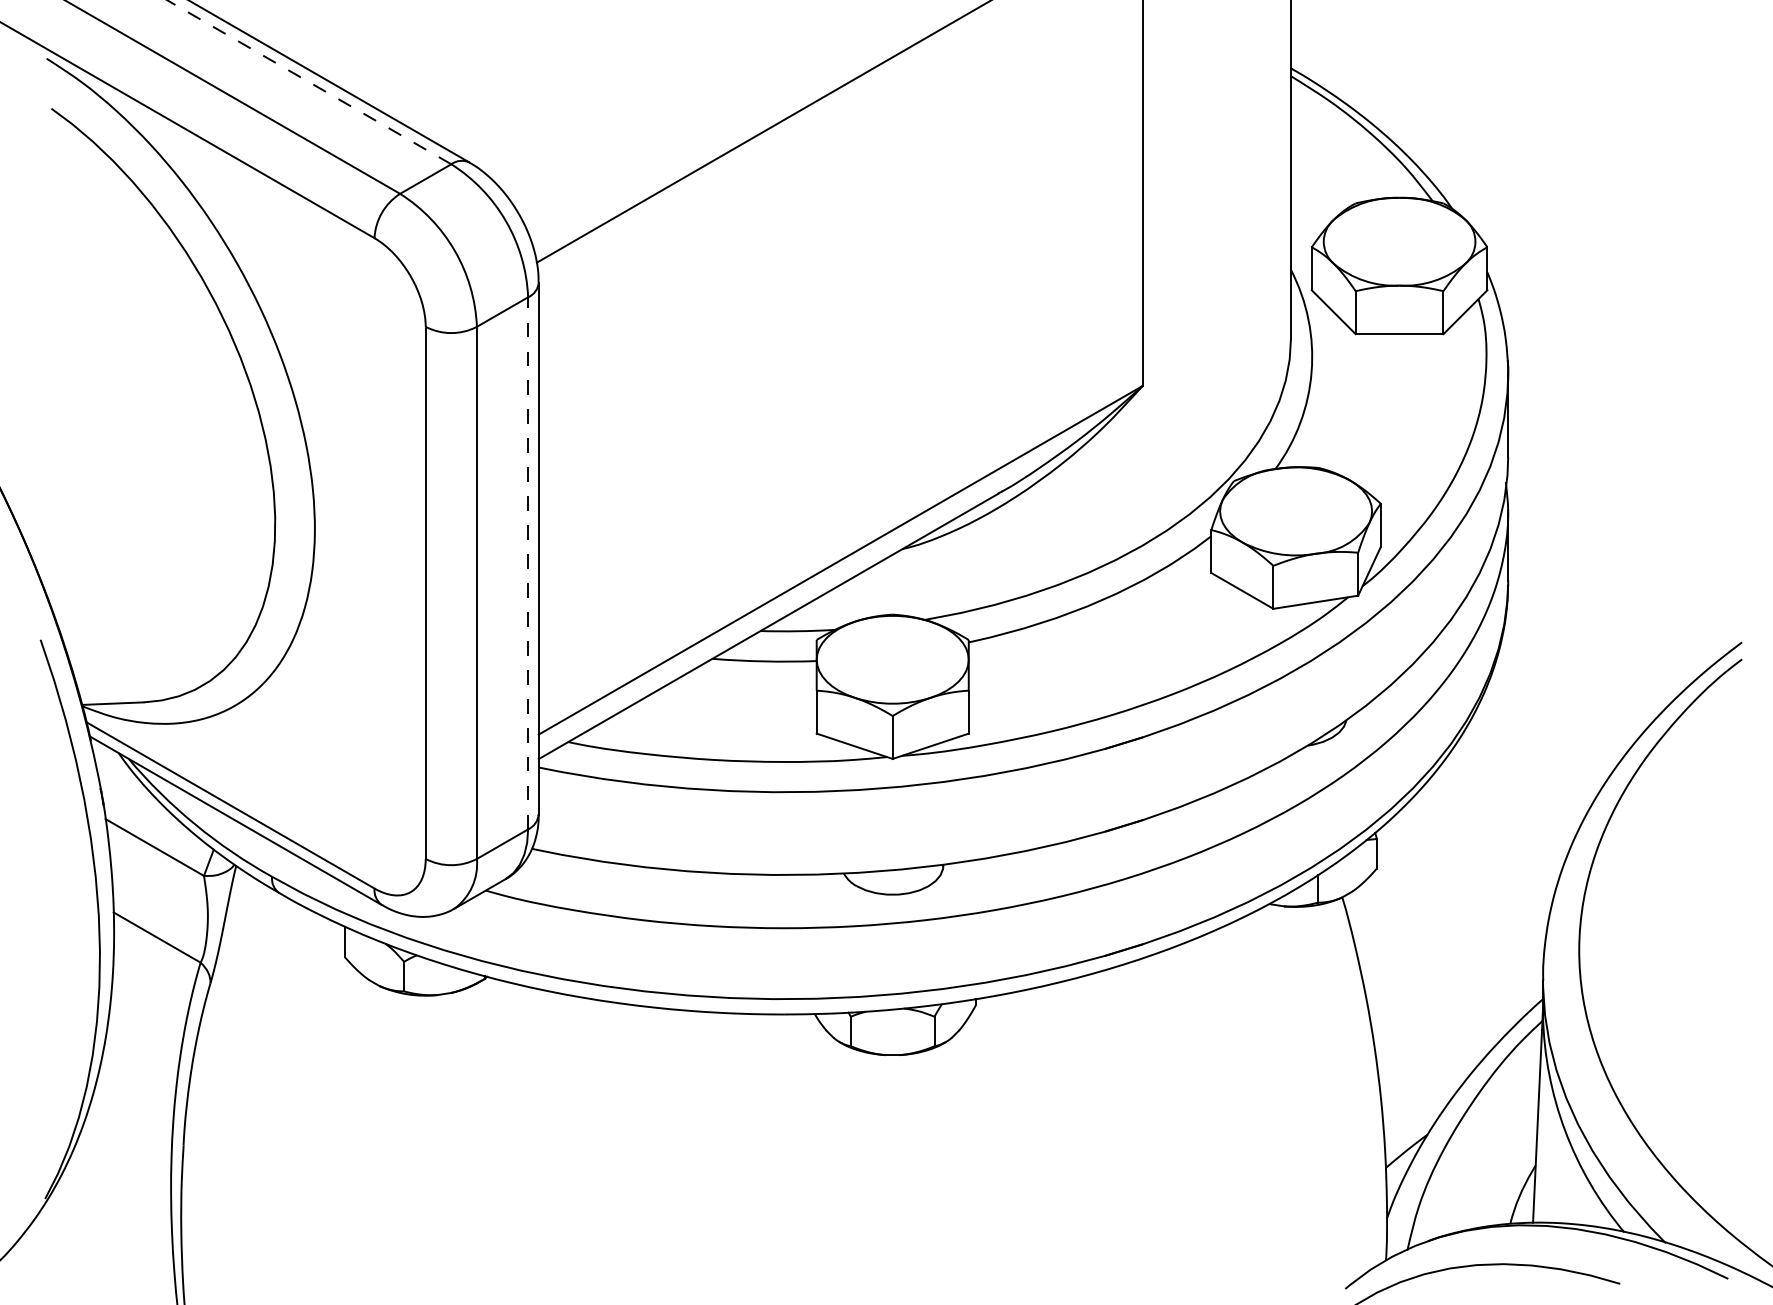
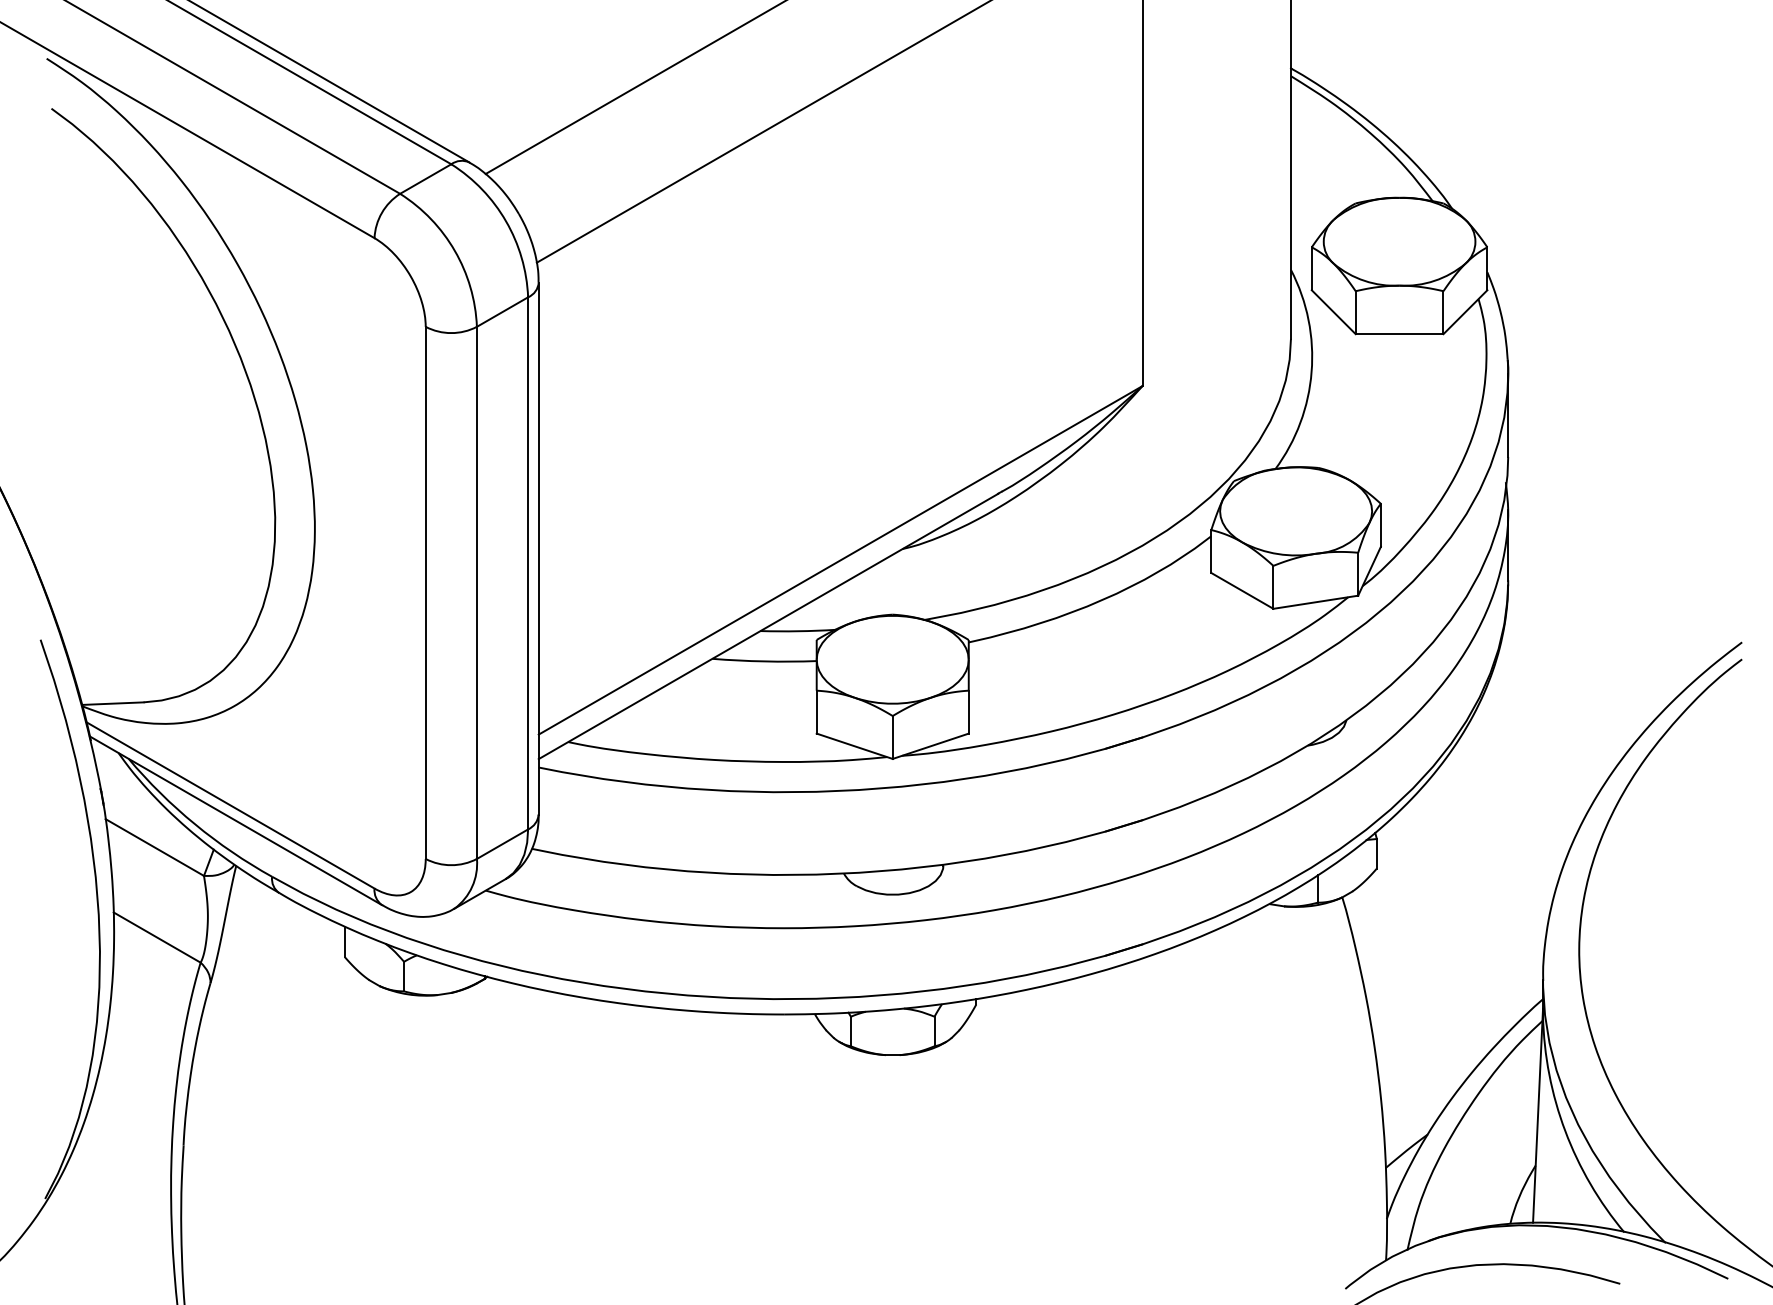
line at (309, 82): dashed -> solid
line at (633, 88): none -> present
line at (528, 562): dashed -> solid
